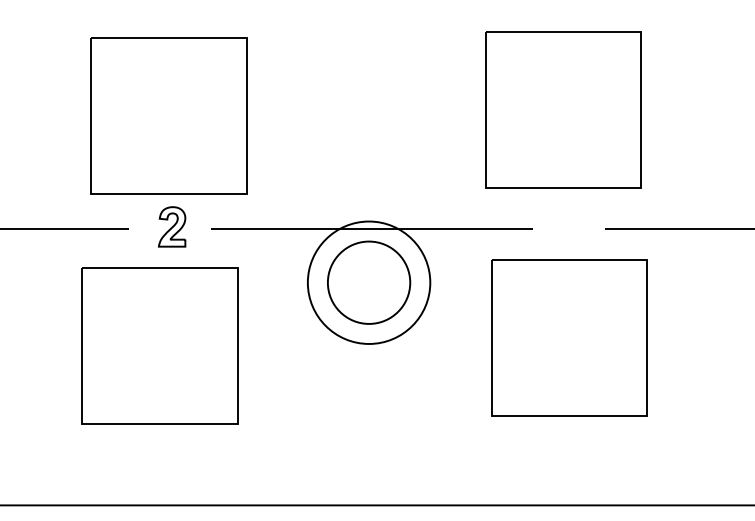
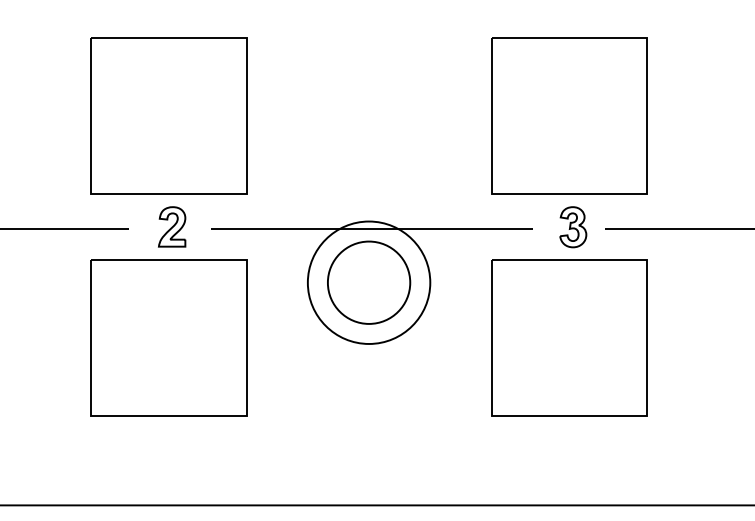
part at (563, 109) position: (563, 109) -> (569, 115)
part at (573, 227): none -> present
part at (159, 345) position: (159, 345) -> (168, 337)
